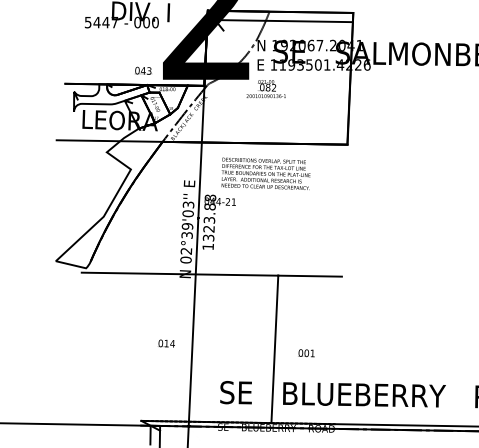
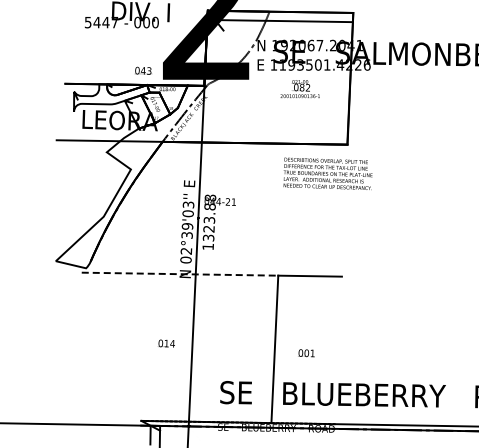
text at (265, 88) position: (265, 88) -> (299, 88)
text at (265, 173) position: (265, 173) -> (327, 173)
line at (180, 274): solid -> dashed
